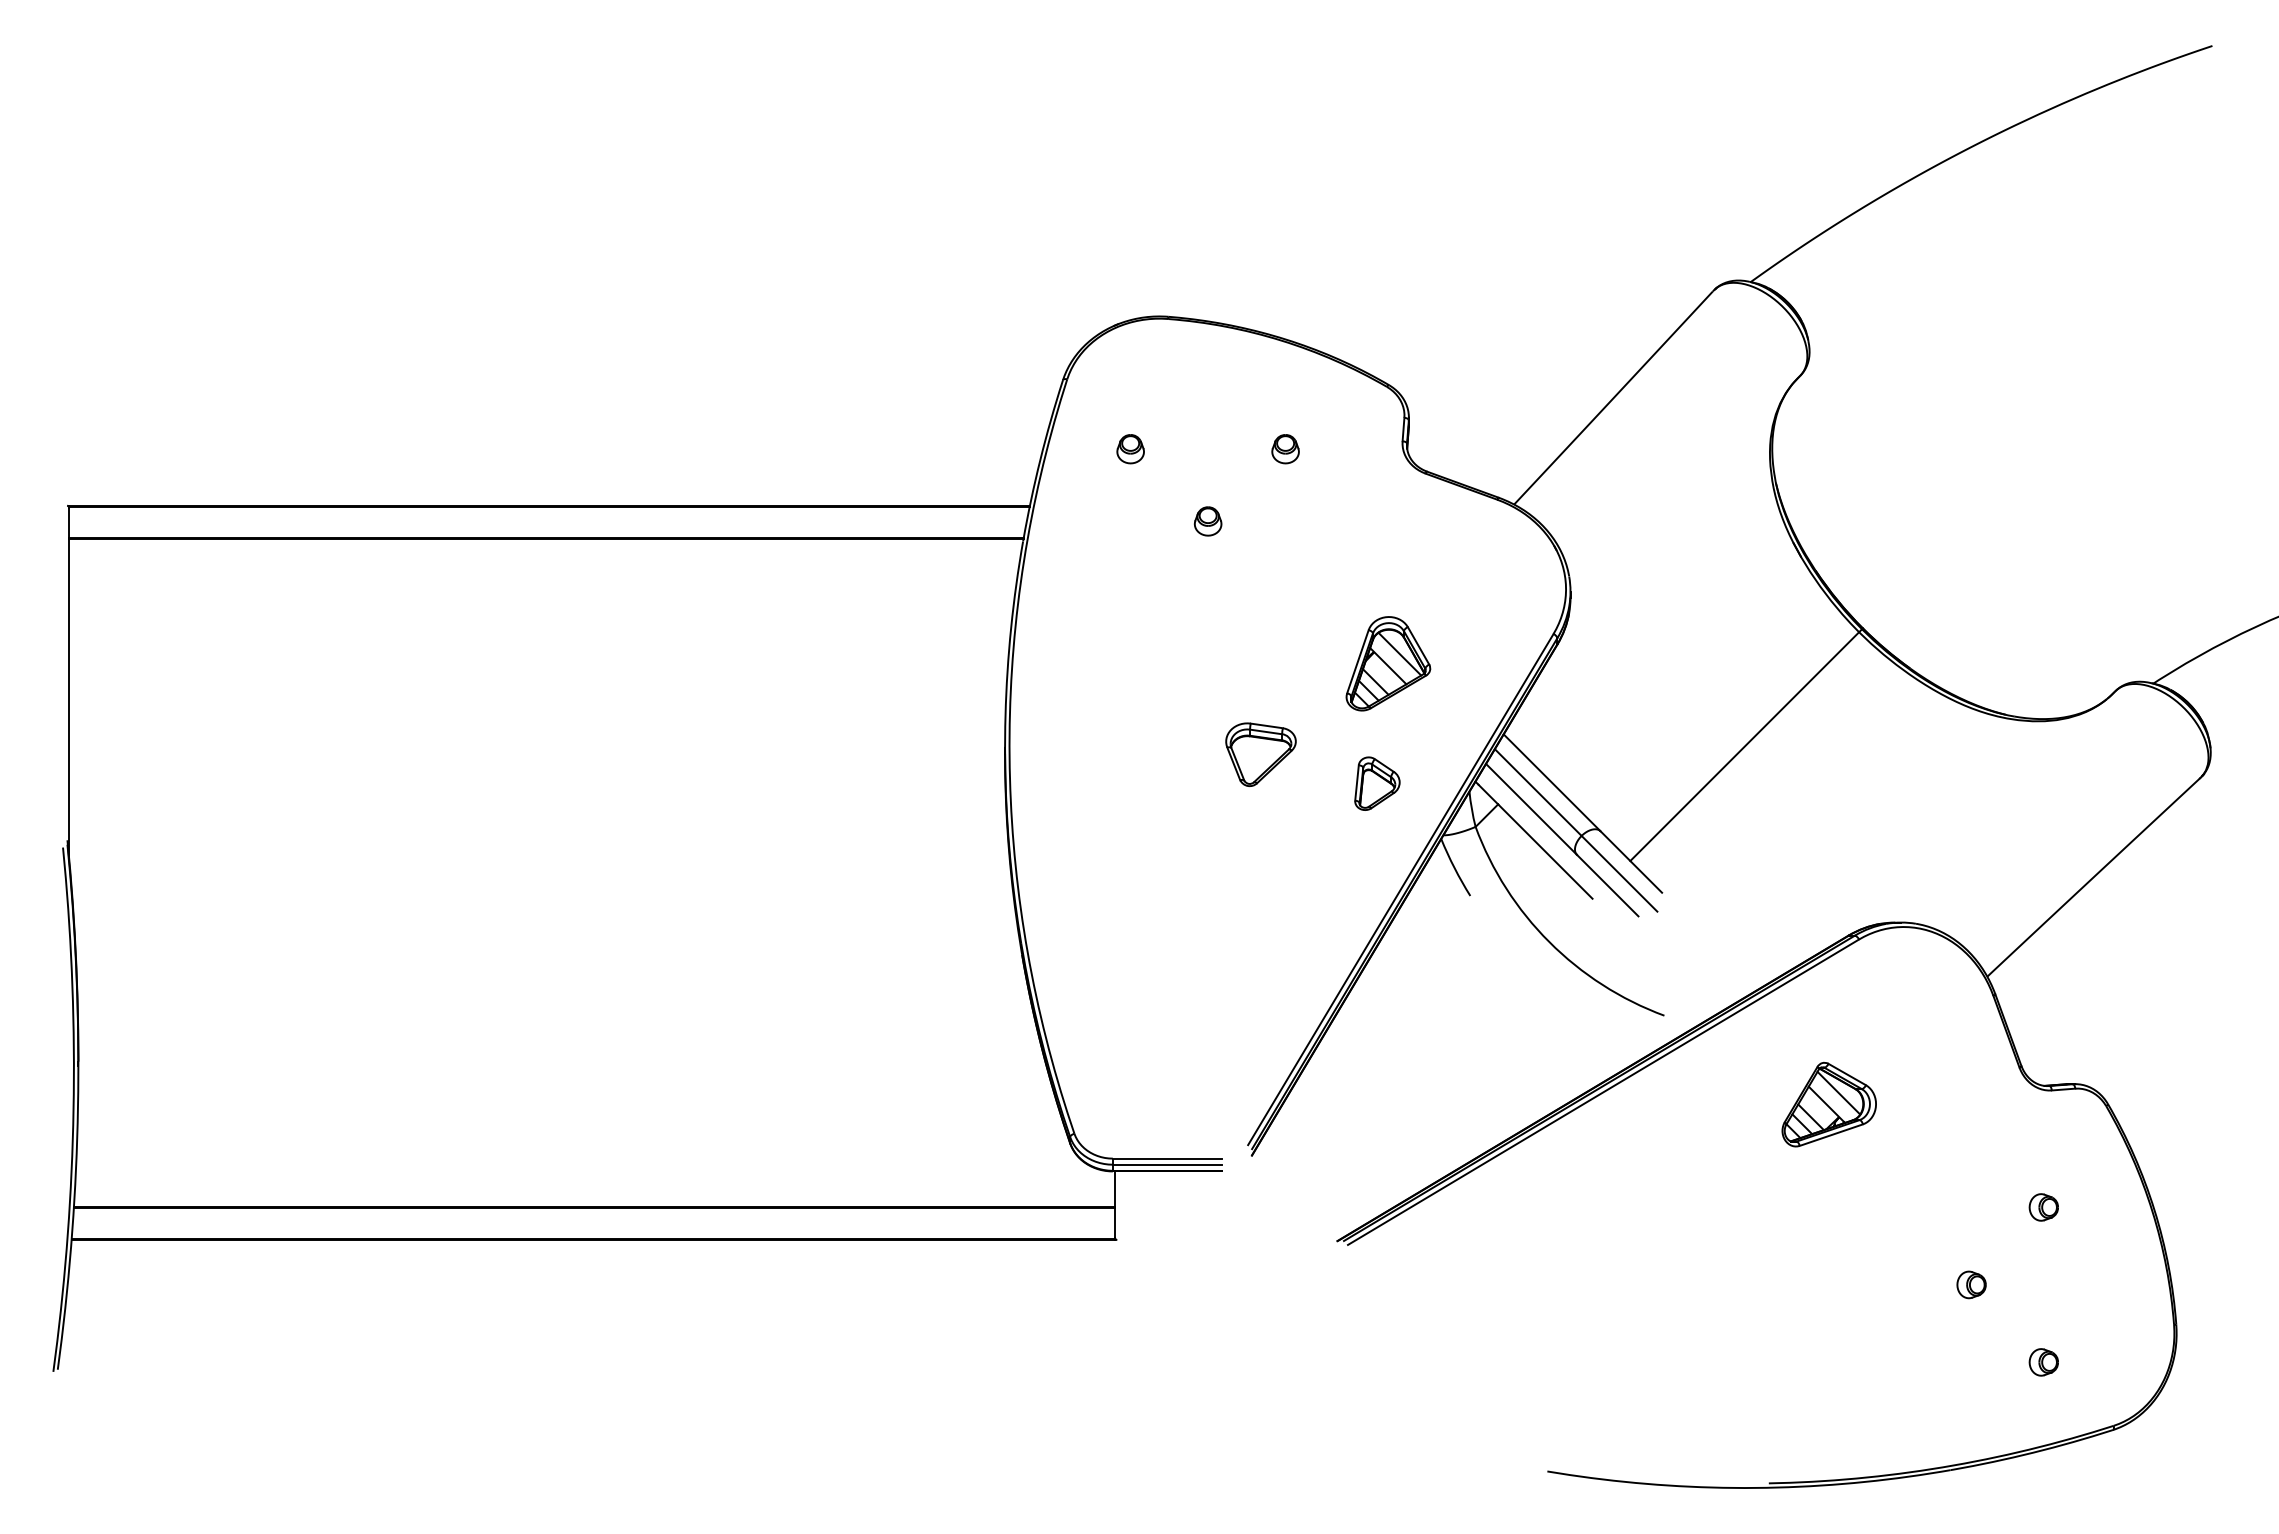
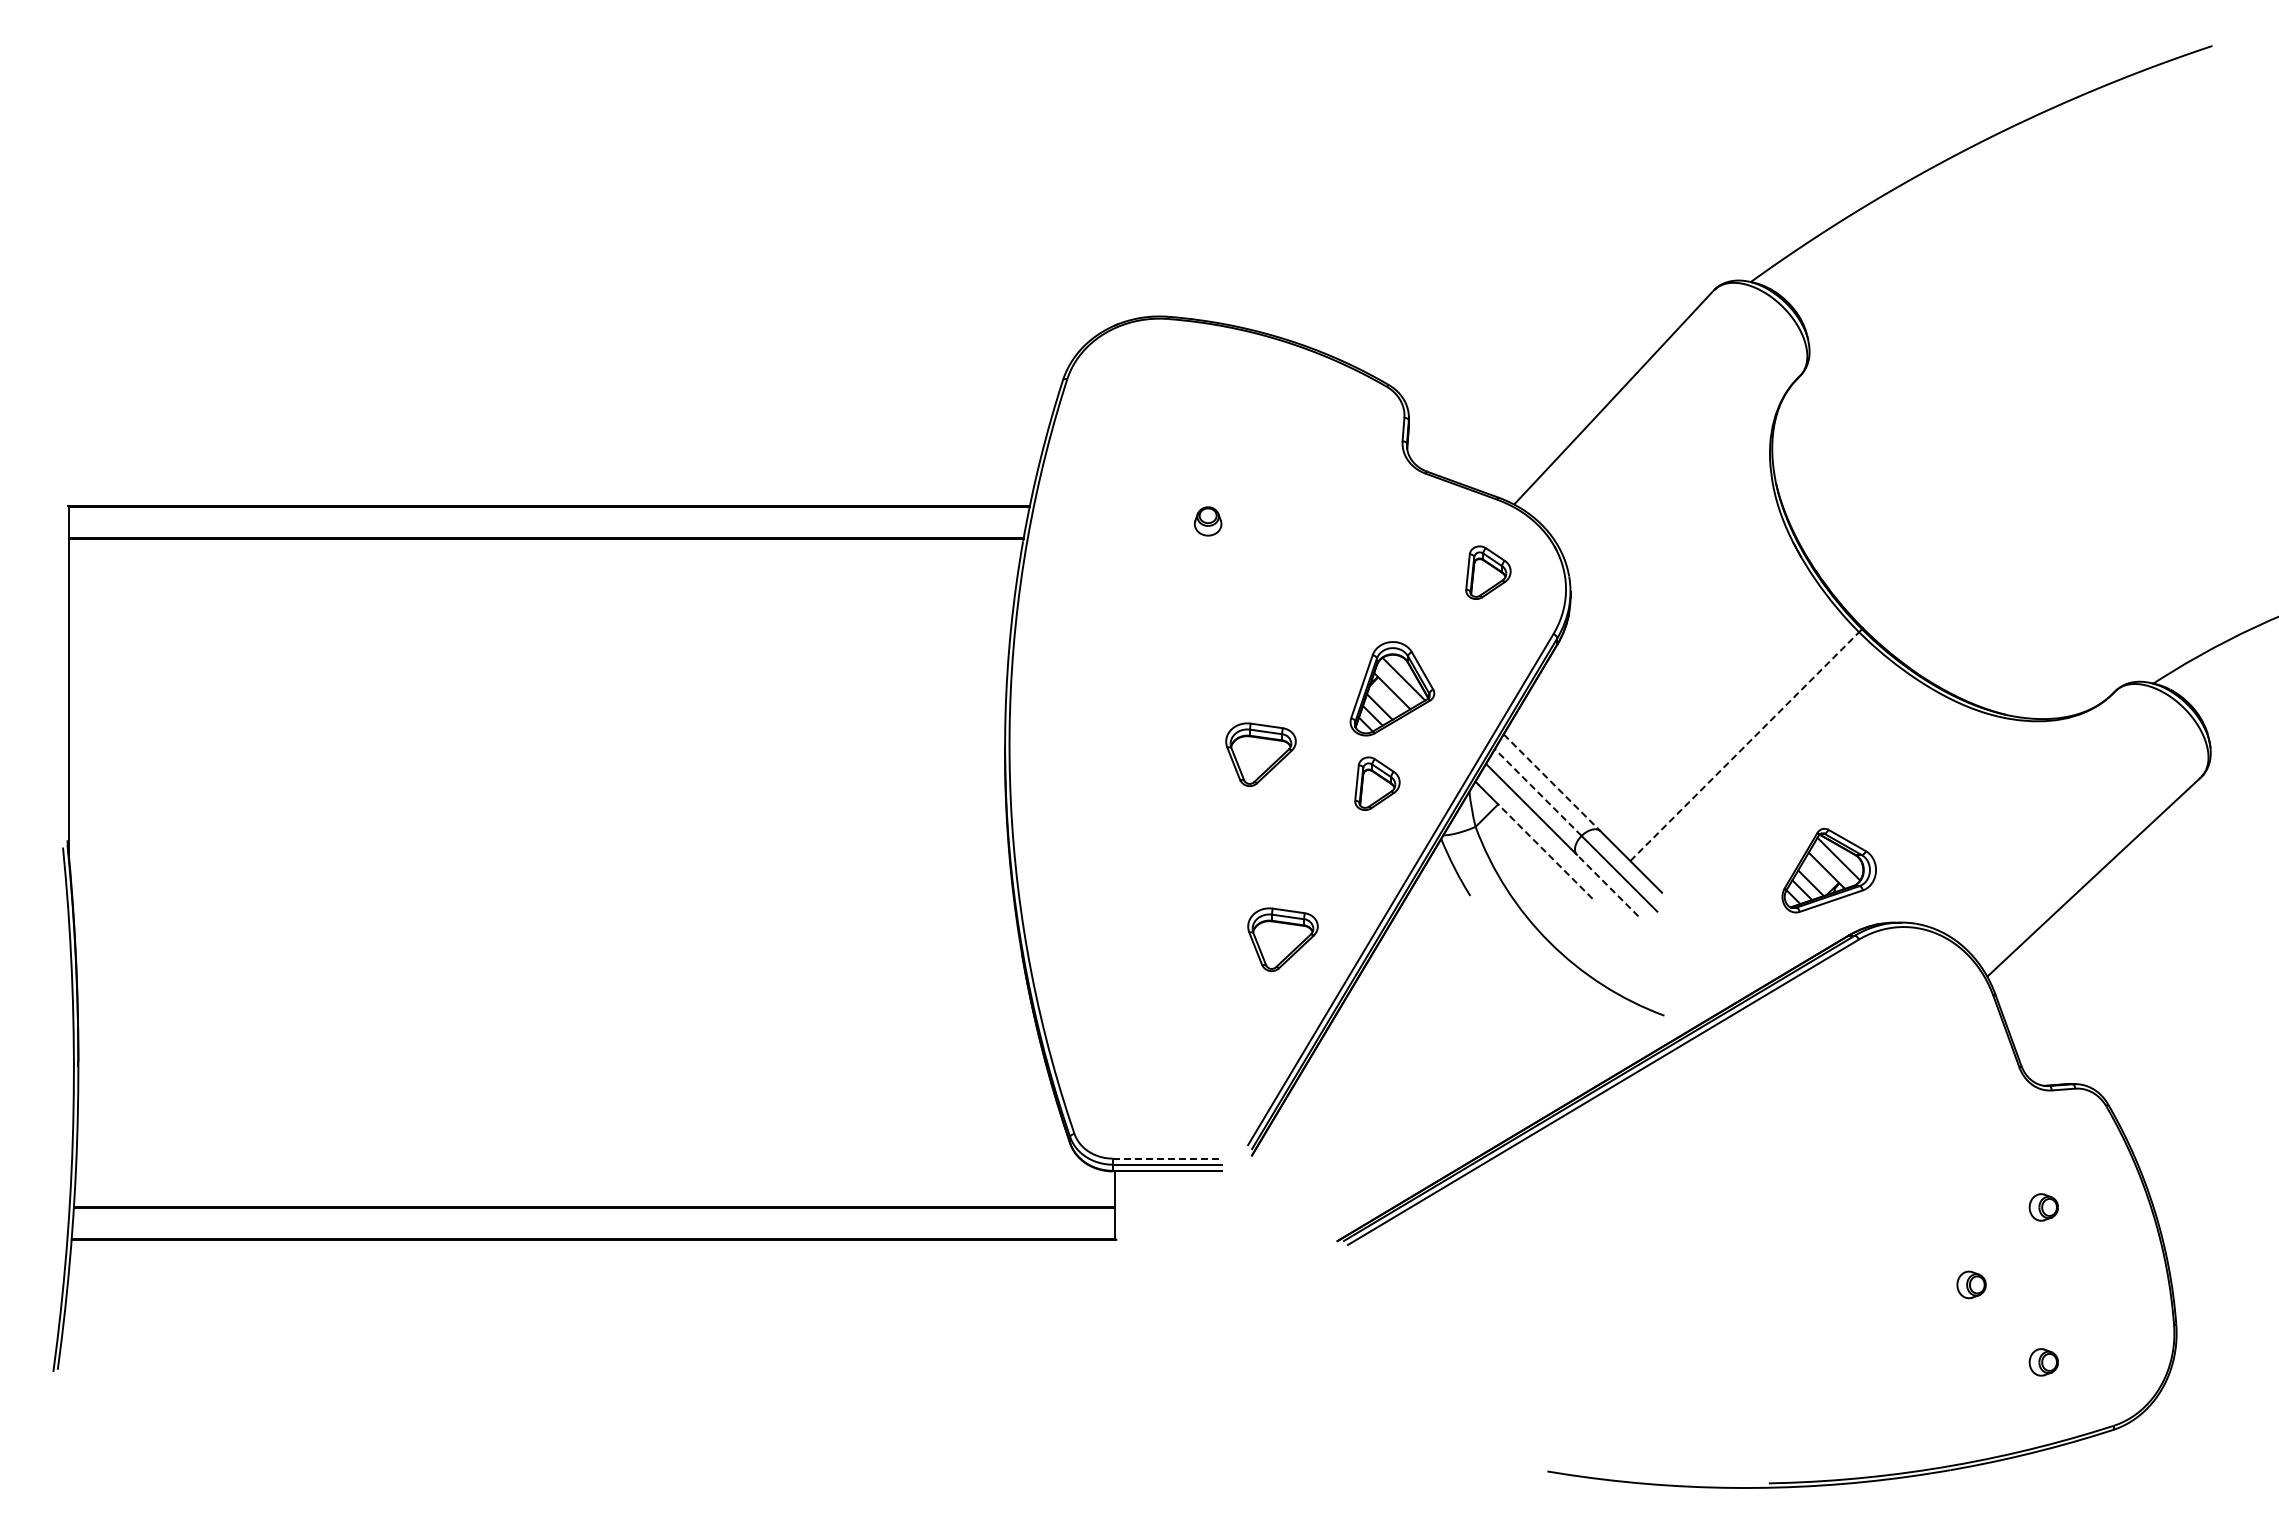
part at (1130, 449): present -> none
part at (1285, 449): present -> none
part at (1488, 572): none -> present
part at (1388, 663) position: (1388, 663) -> (1392, 688)
line at (1744, 746): solid -> dashed
line at (1552, 783): solid -> dashed
line at (1537, 792): solid -> dashed
line at (1545, 851): solid -> dashed
line at (1607, 885): solid -> dashed
part at (1282, 939): none -> present
part at (1828, 1104) position: (1828, 1104) -> (1828, 870)
line at (1167, 1158): solid -> dashed
